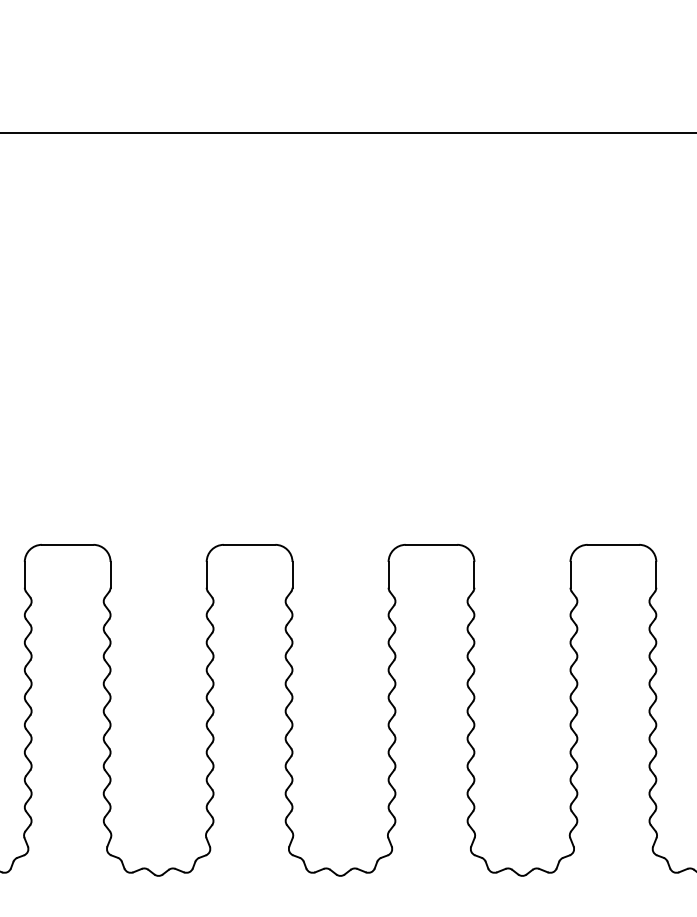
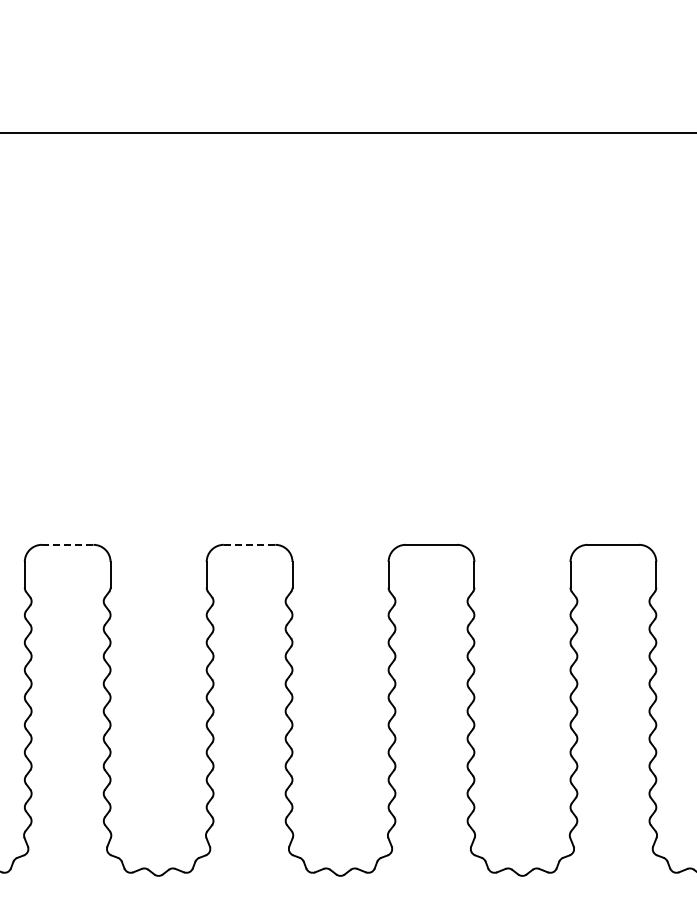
line at (67, 544): solid -> dashed
line at (249, 544): solid -> dashed
